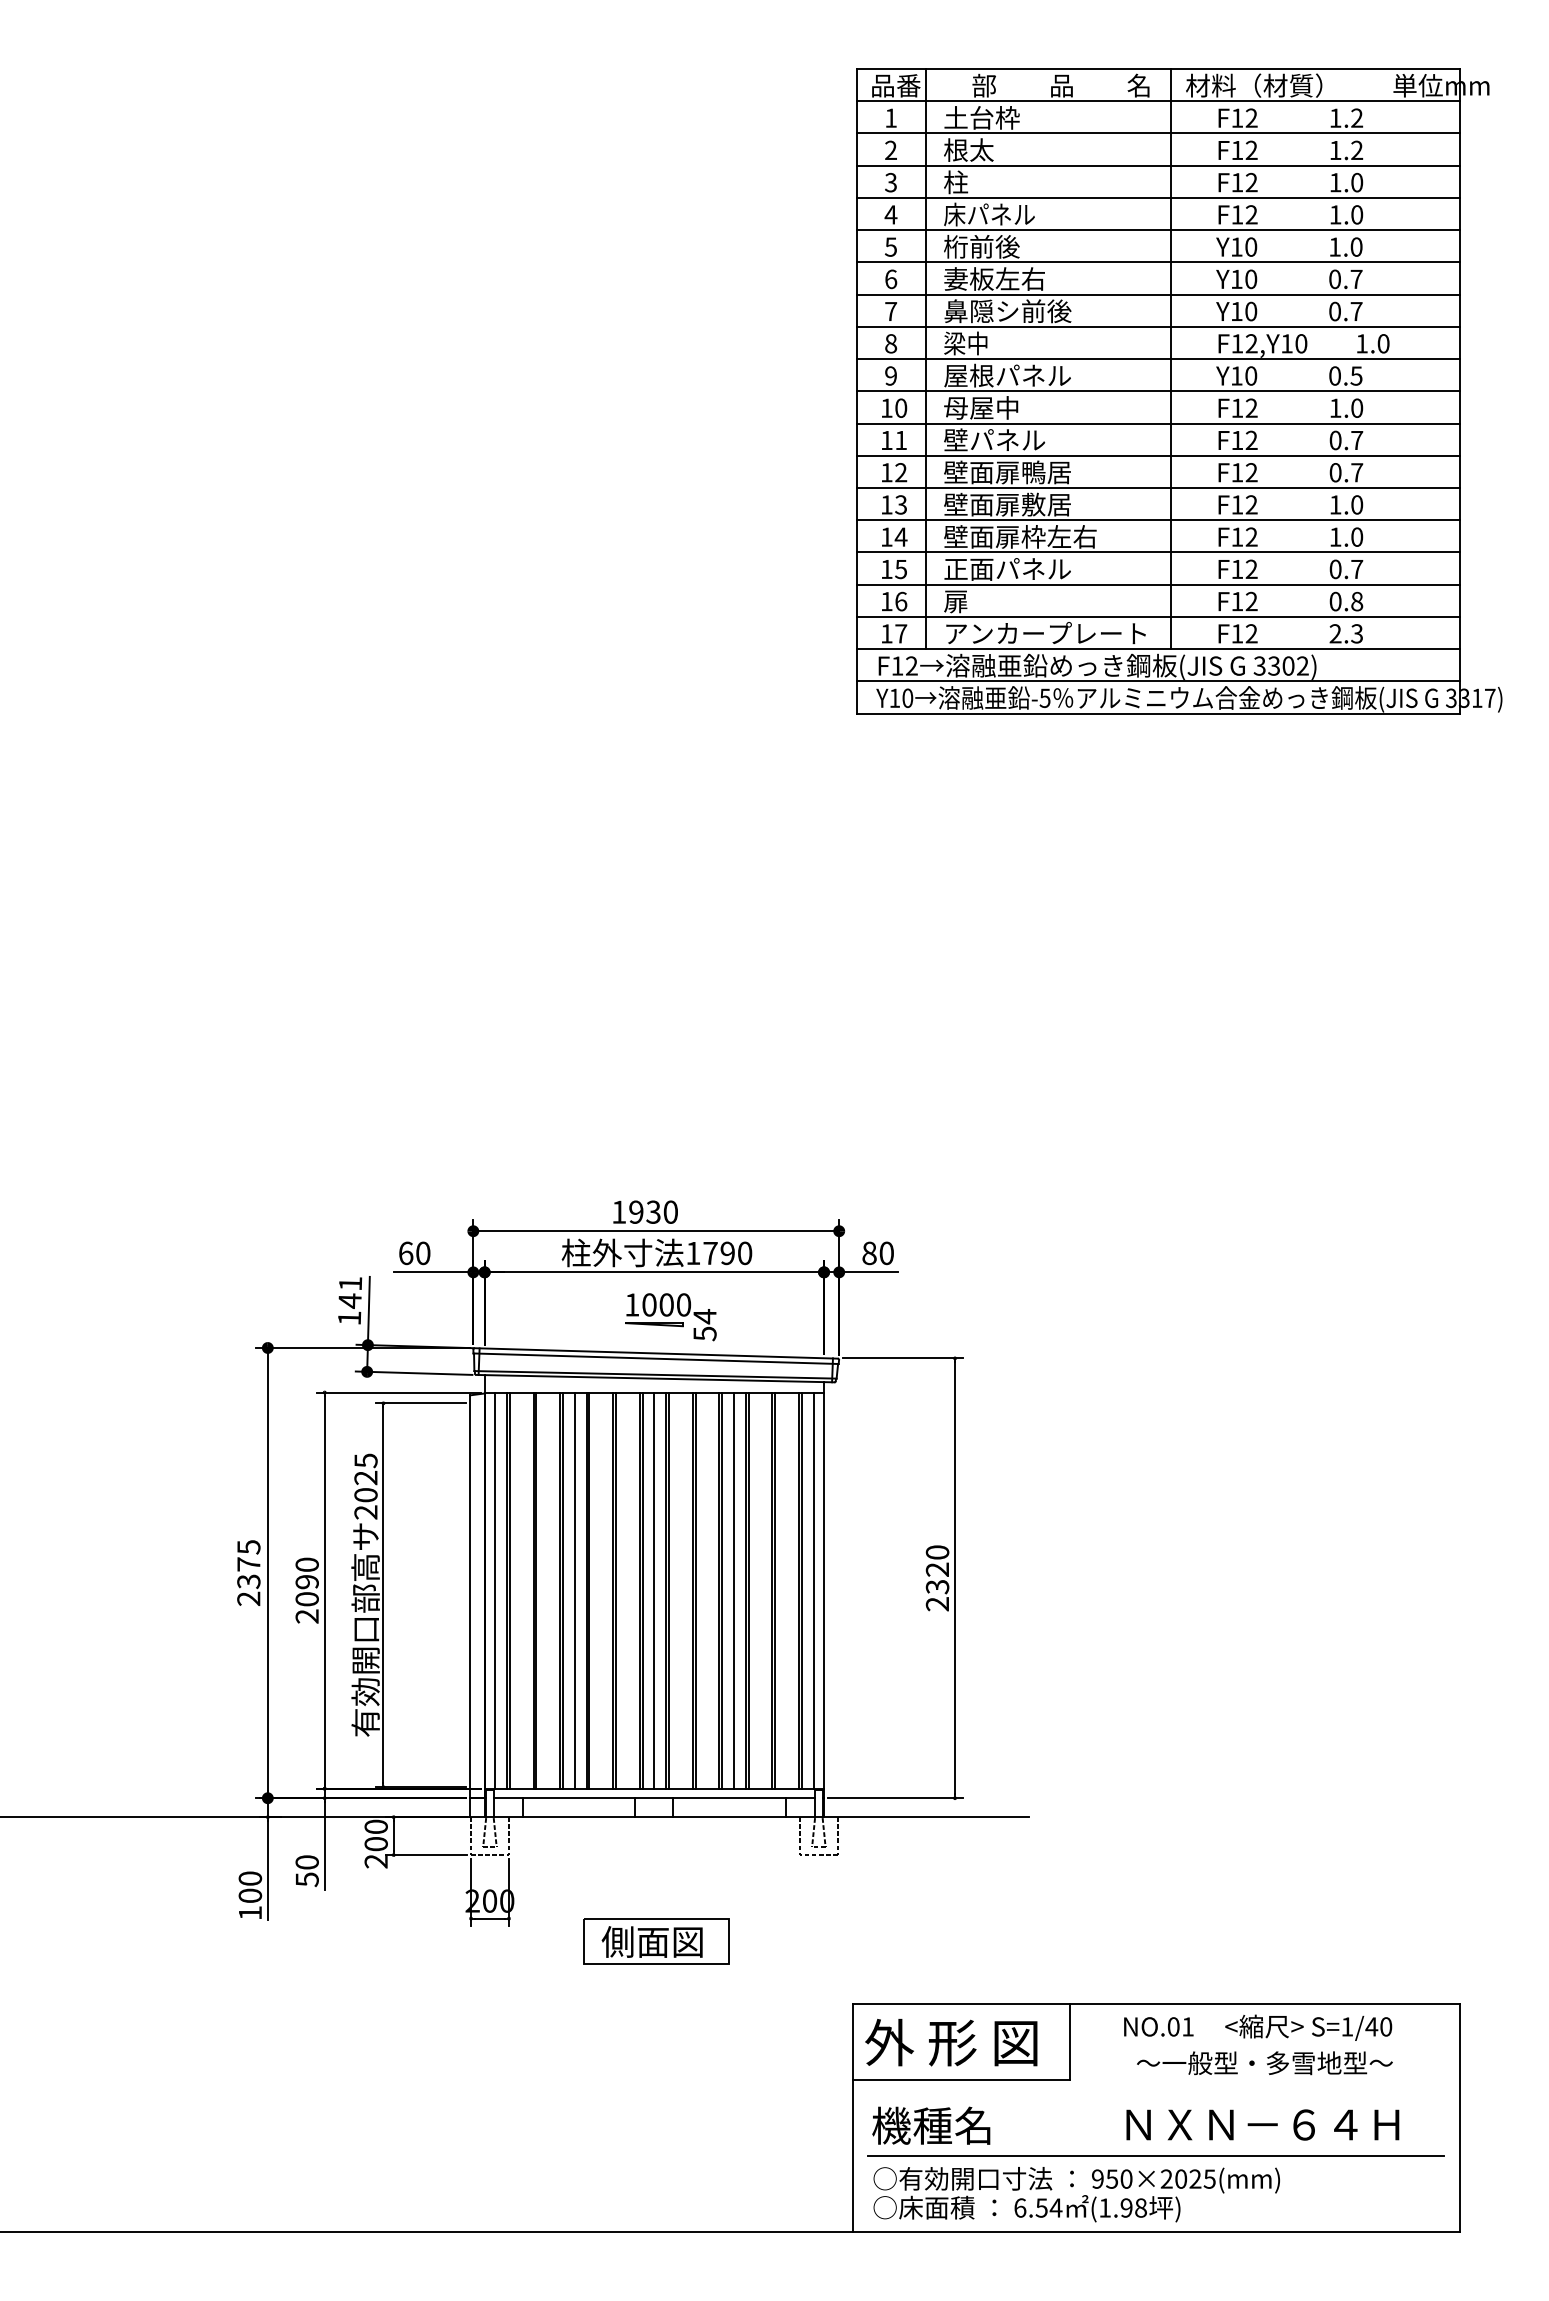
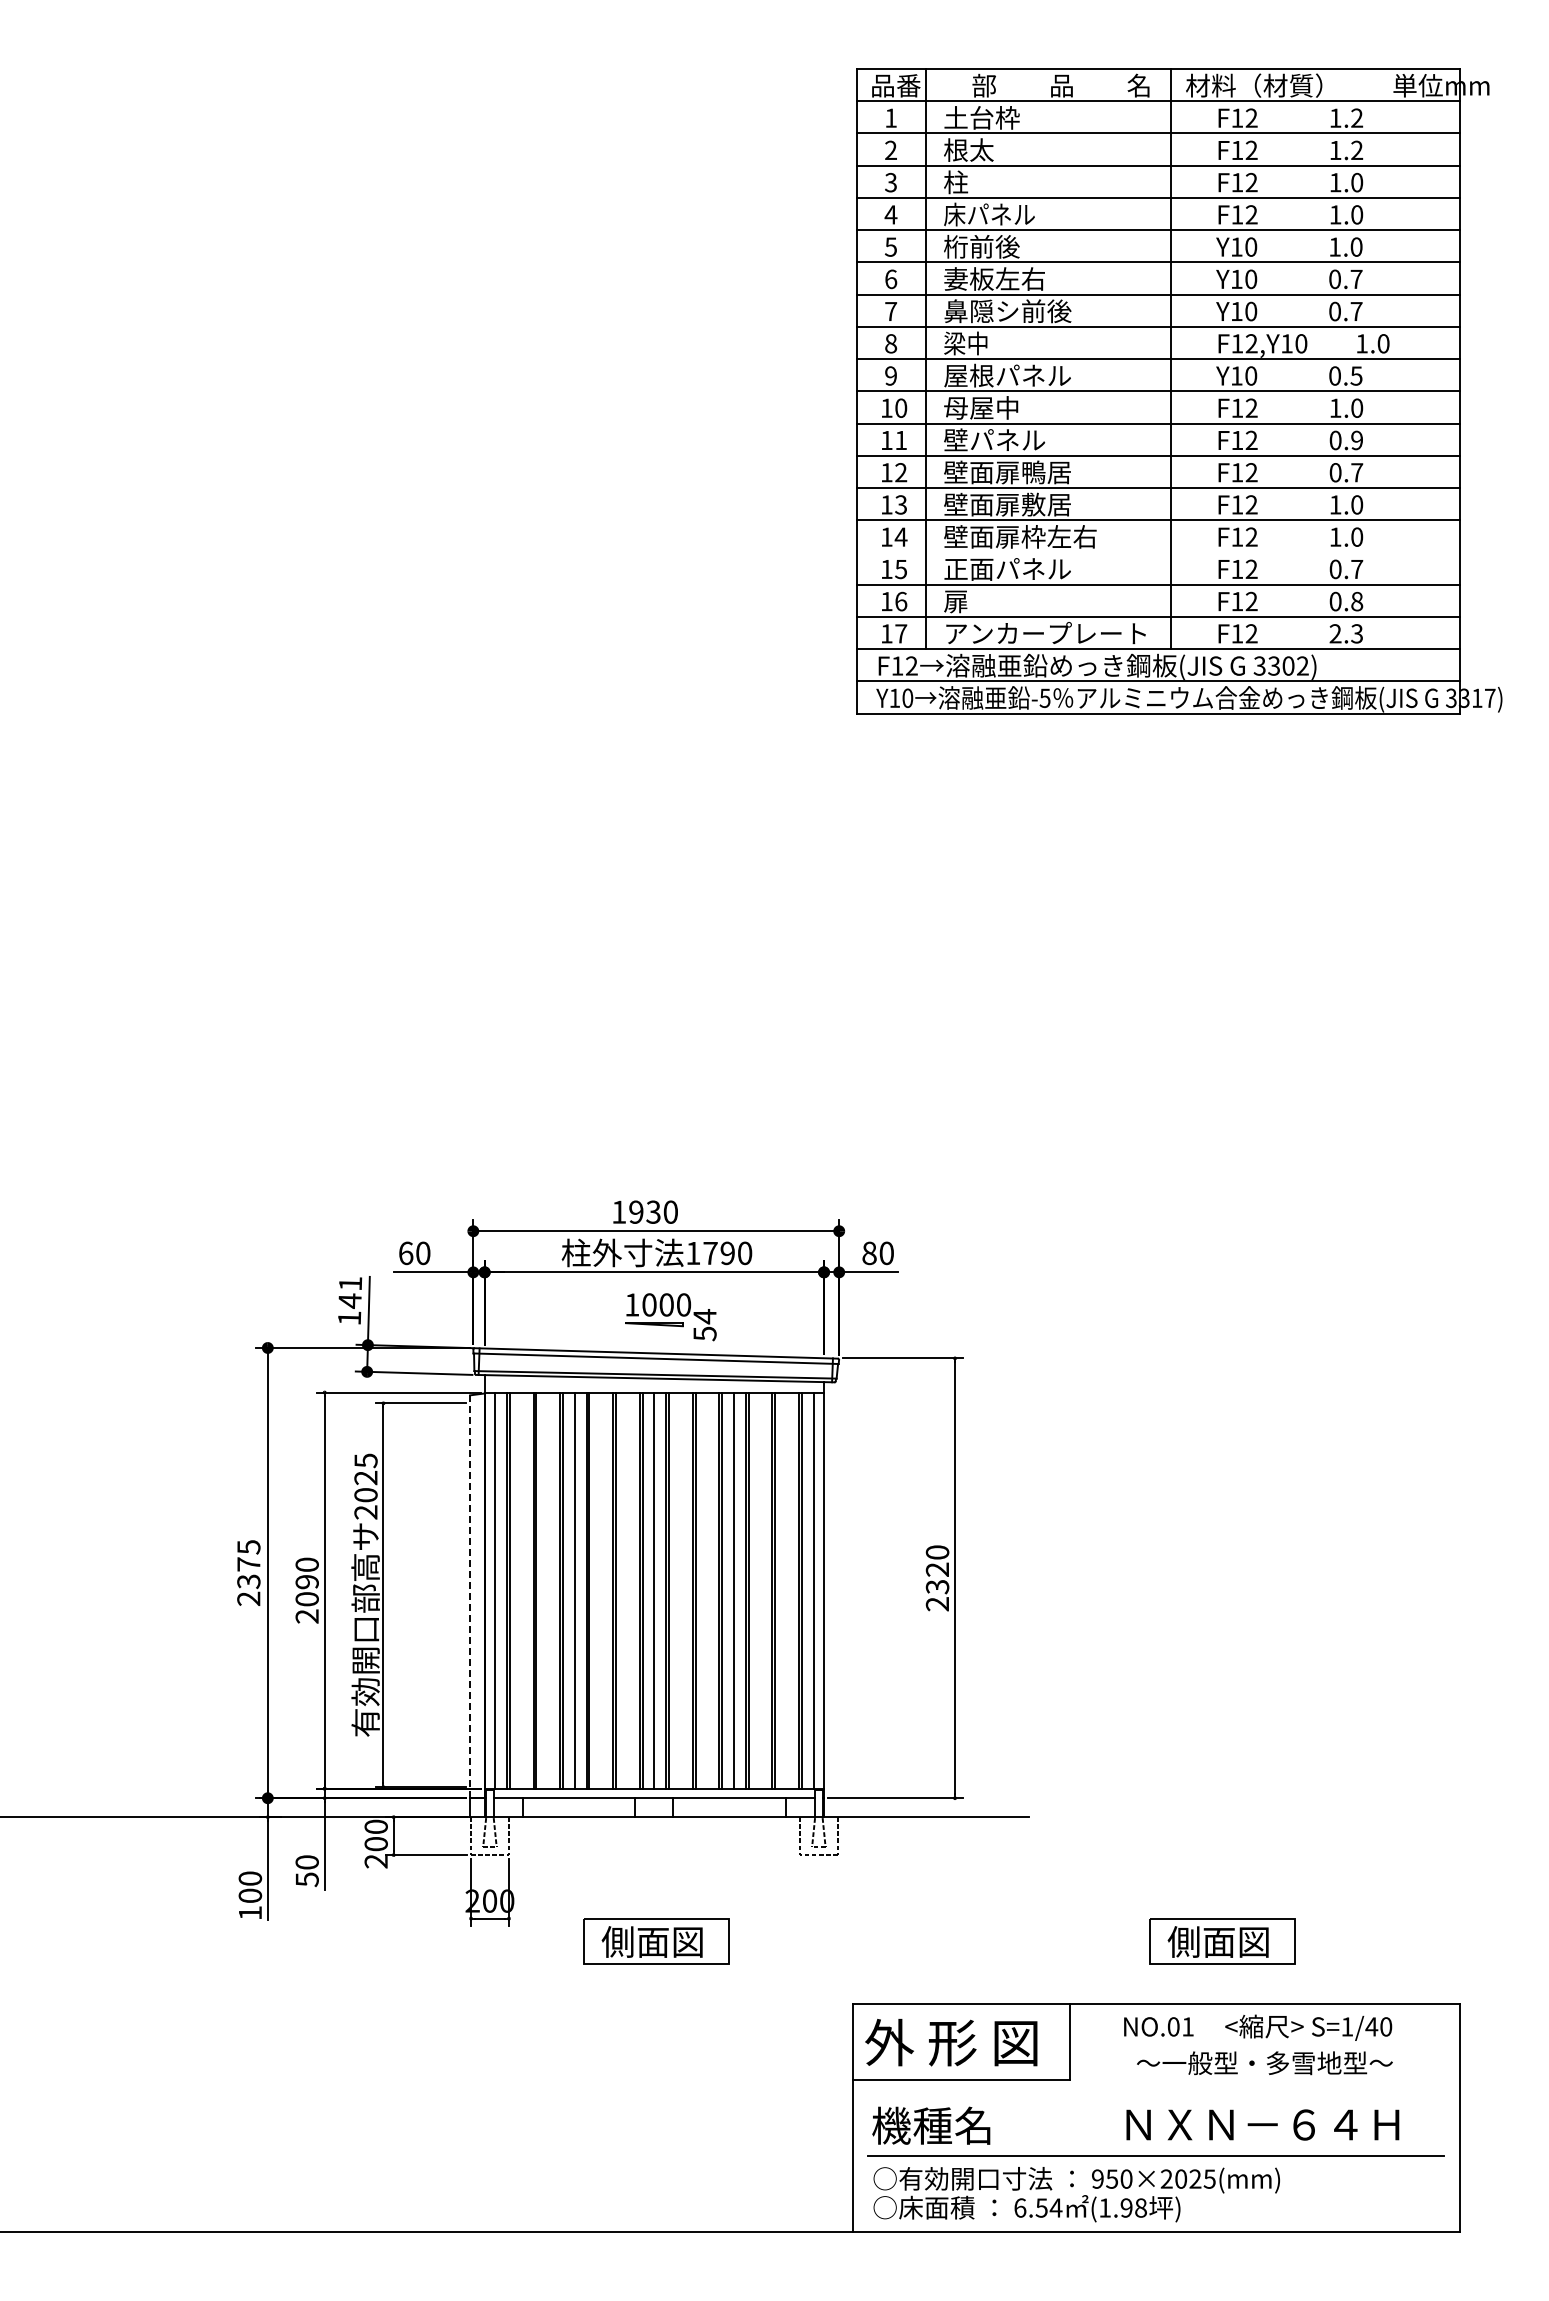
text at (1357, 440): 0.7 -> 0.9
line at (1157, 552): present -> none
line at (470, 1597): solid -> dashed
part at (1222, 1941): none -> present
